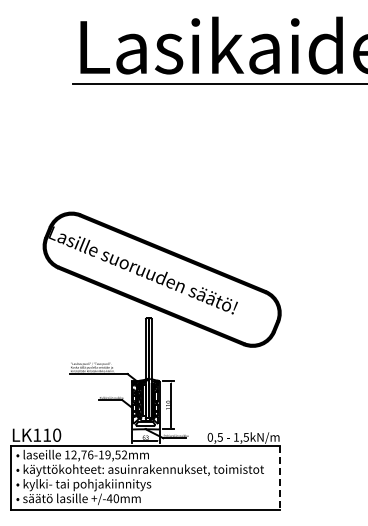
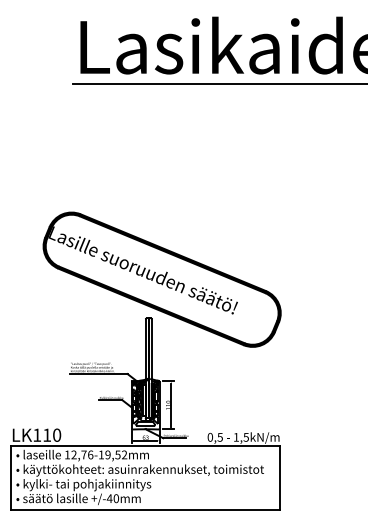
line at (280, 478): dashed -> solid
